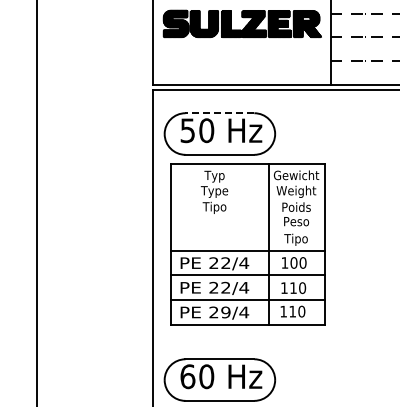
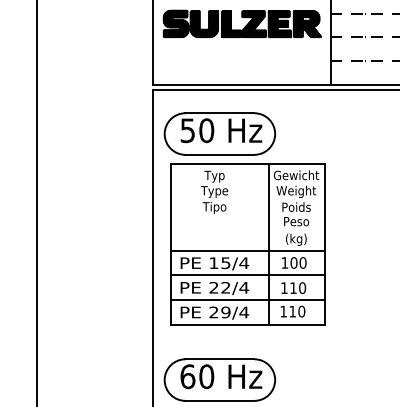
line at (219, 113): dashed -> solid
text at (295, 239): Tipo -> (kg)
text at (219, 263): 22/4 -> 15/4
